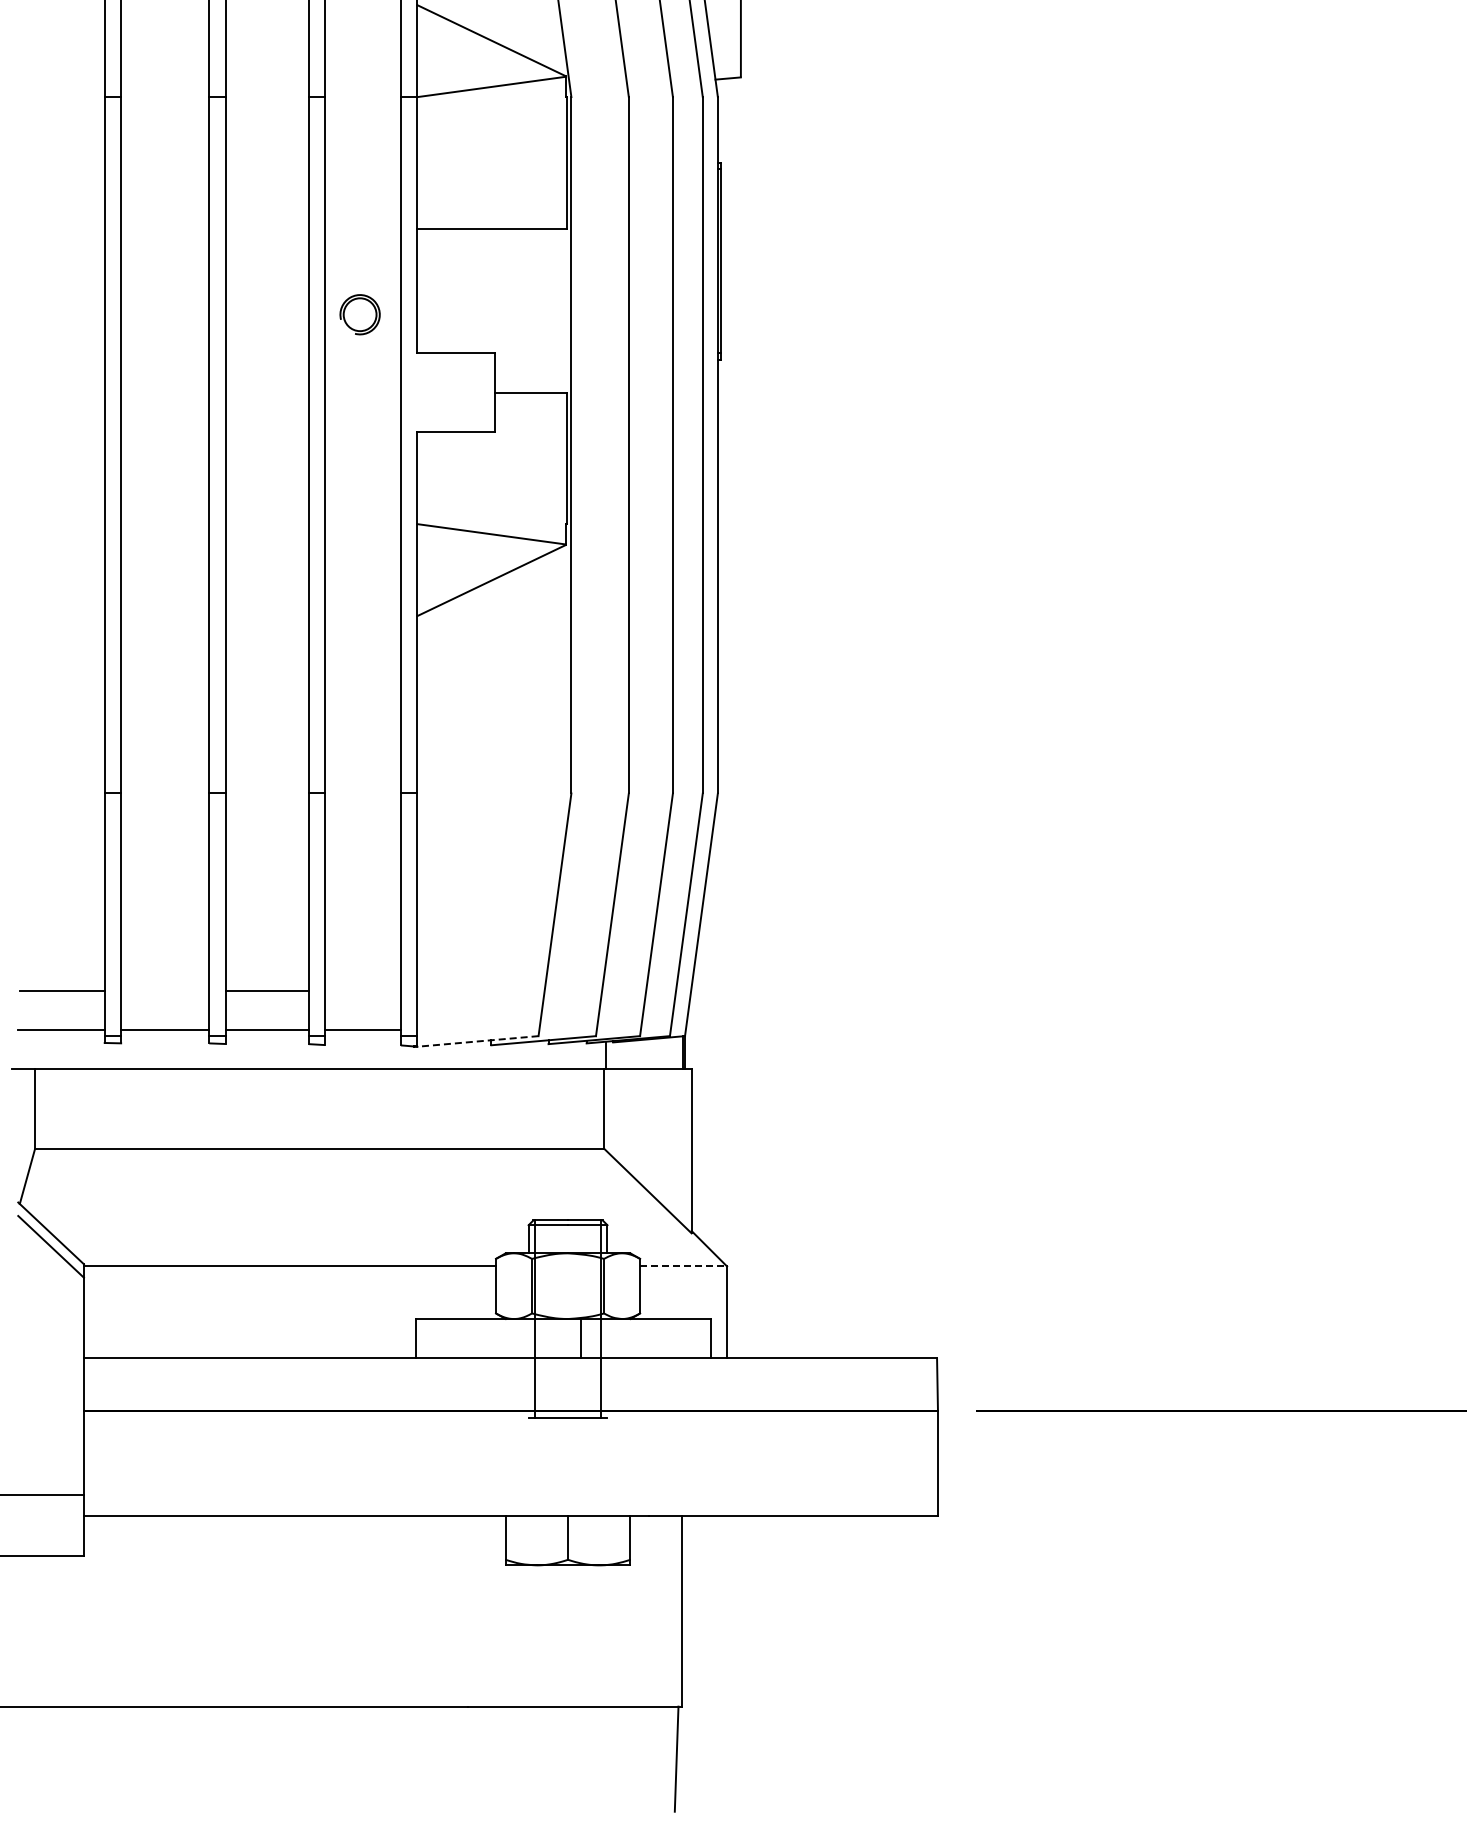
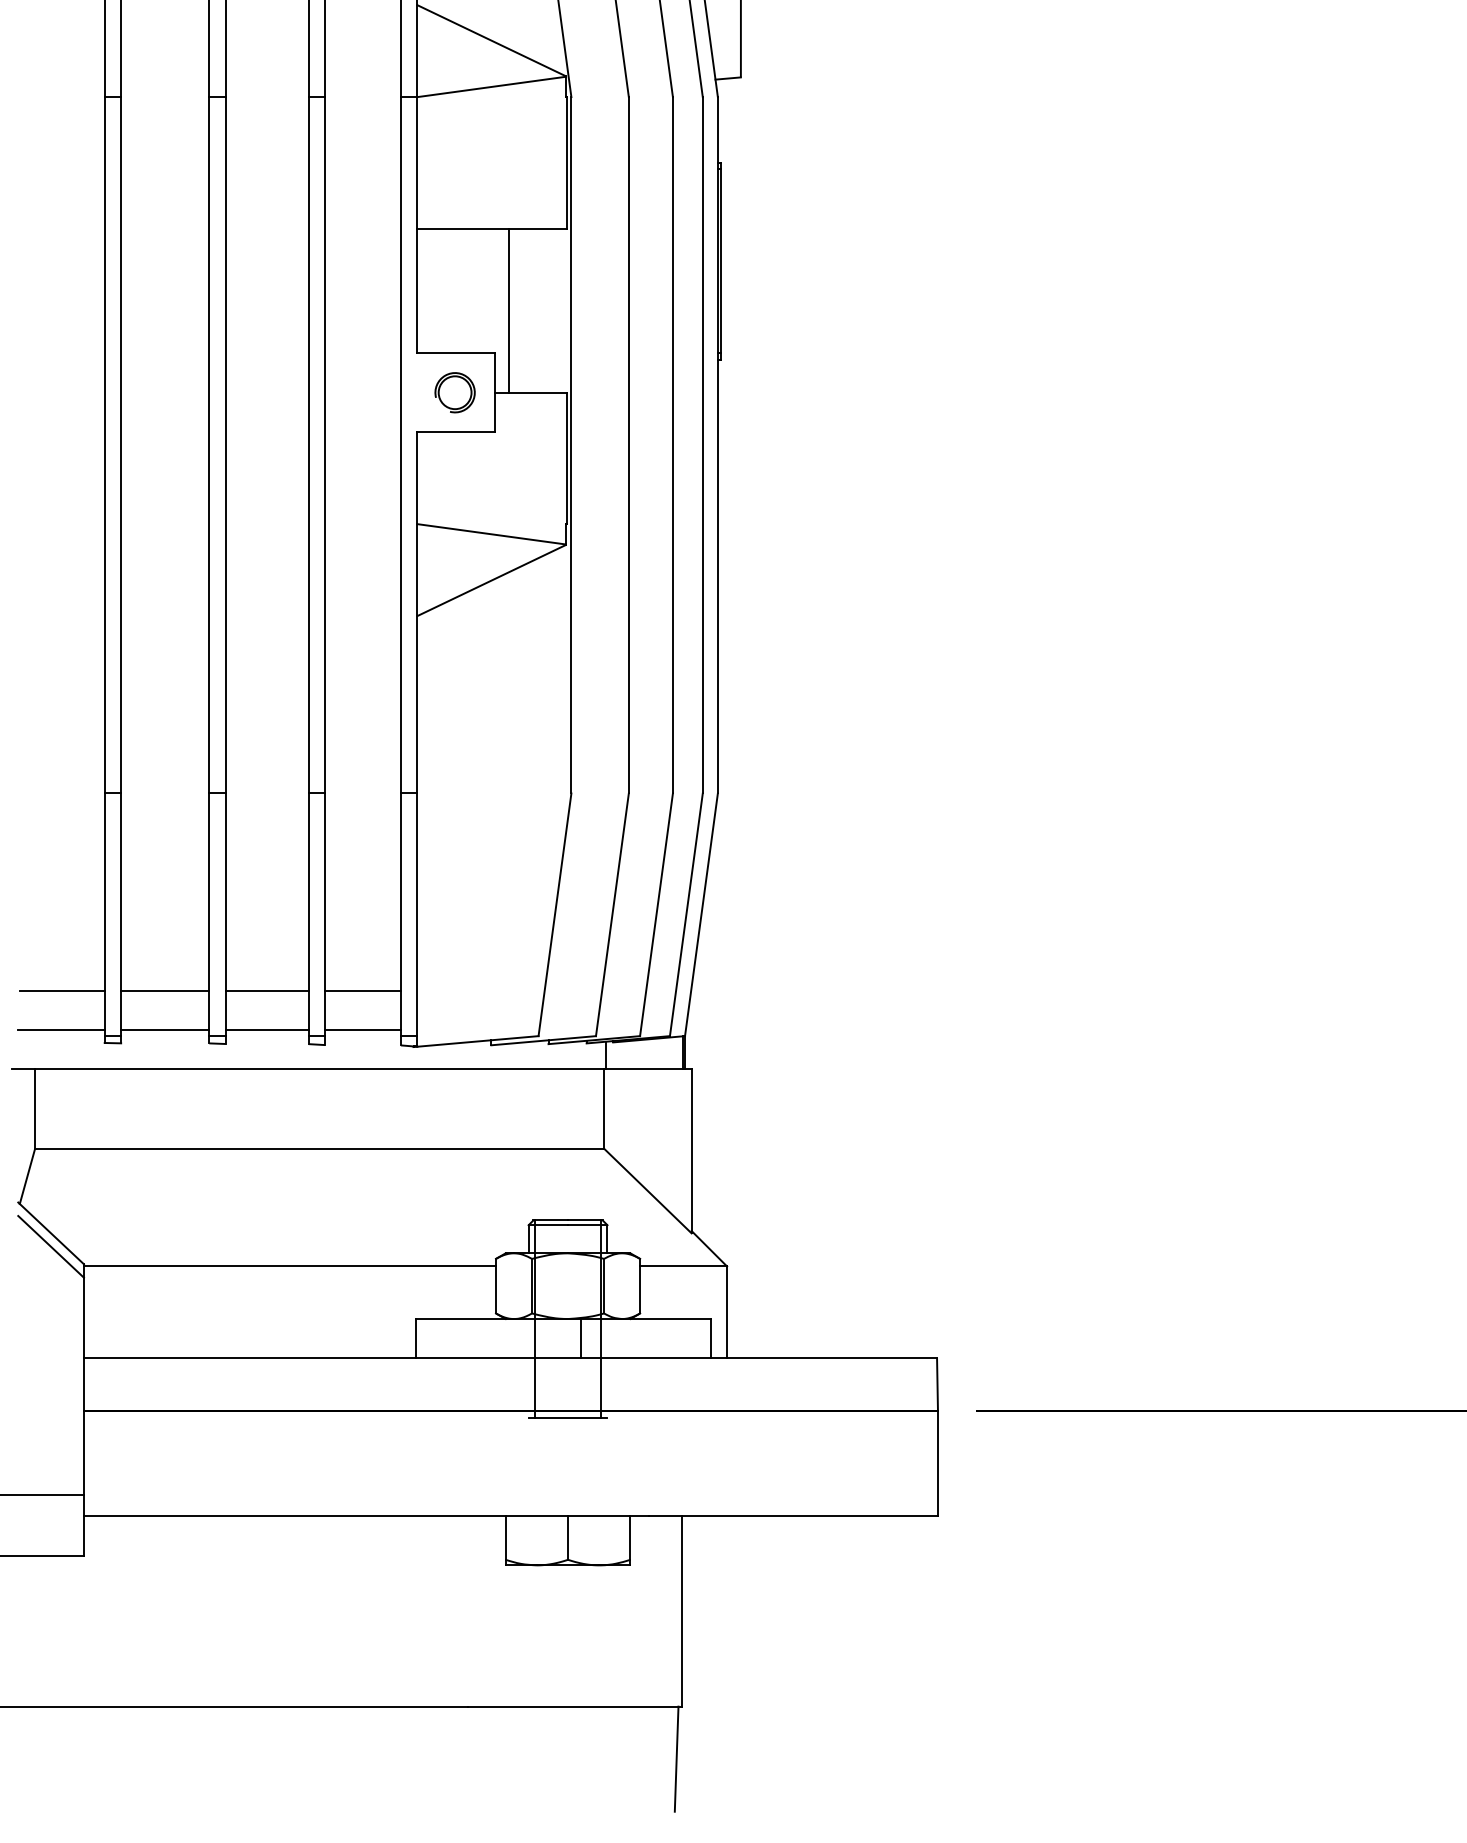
line at (509, 310): none -> present
part at (359, 314) position: (359, 314) -> (454, 392)
line at (165, 990): none -> present
line at (362, 990): none -> present
line at (476, 1041): dashed -> solid
line at (684, 1266): dashed -> solid
